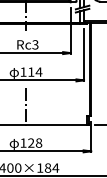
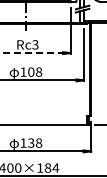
line at (35, 53): solid -> dashed
text at (35, 71): 114 -> 108
line at (25, 107): present -> none
text at (31, 143): 128 -> 138
